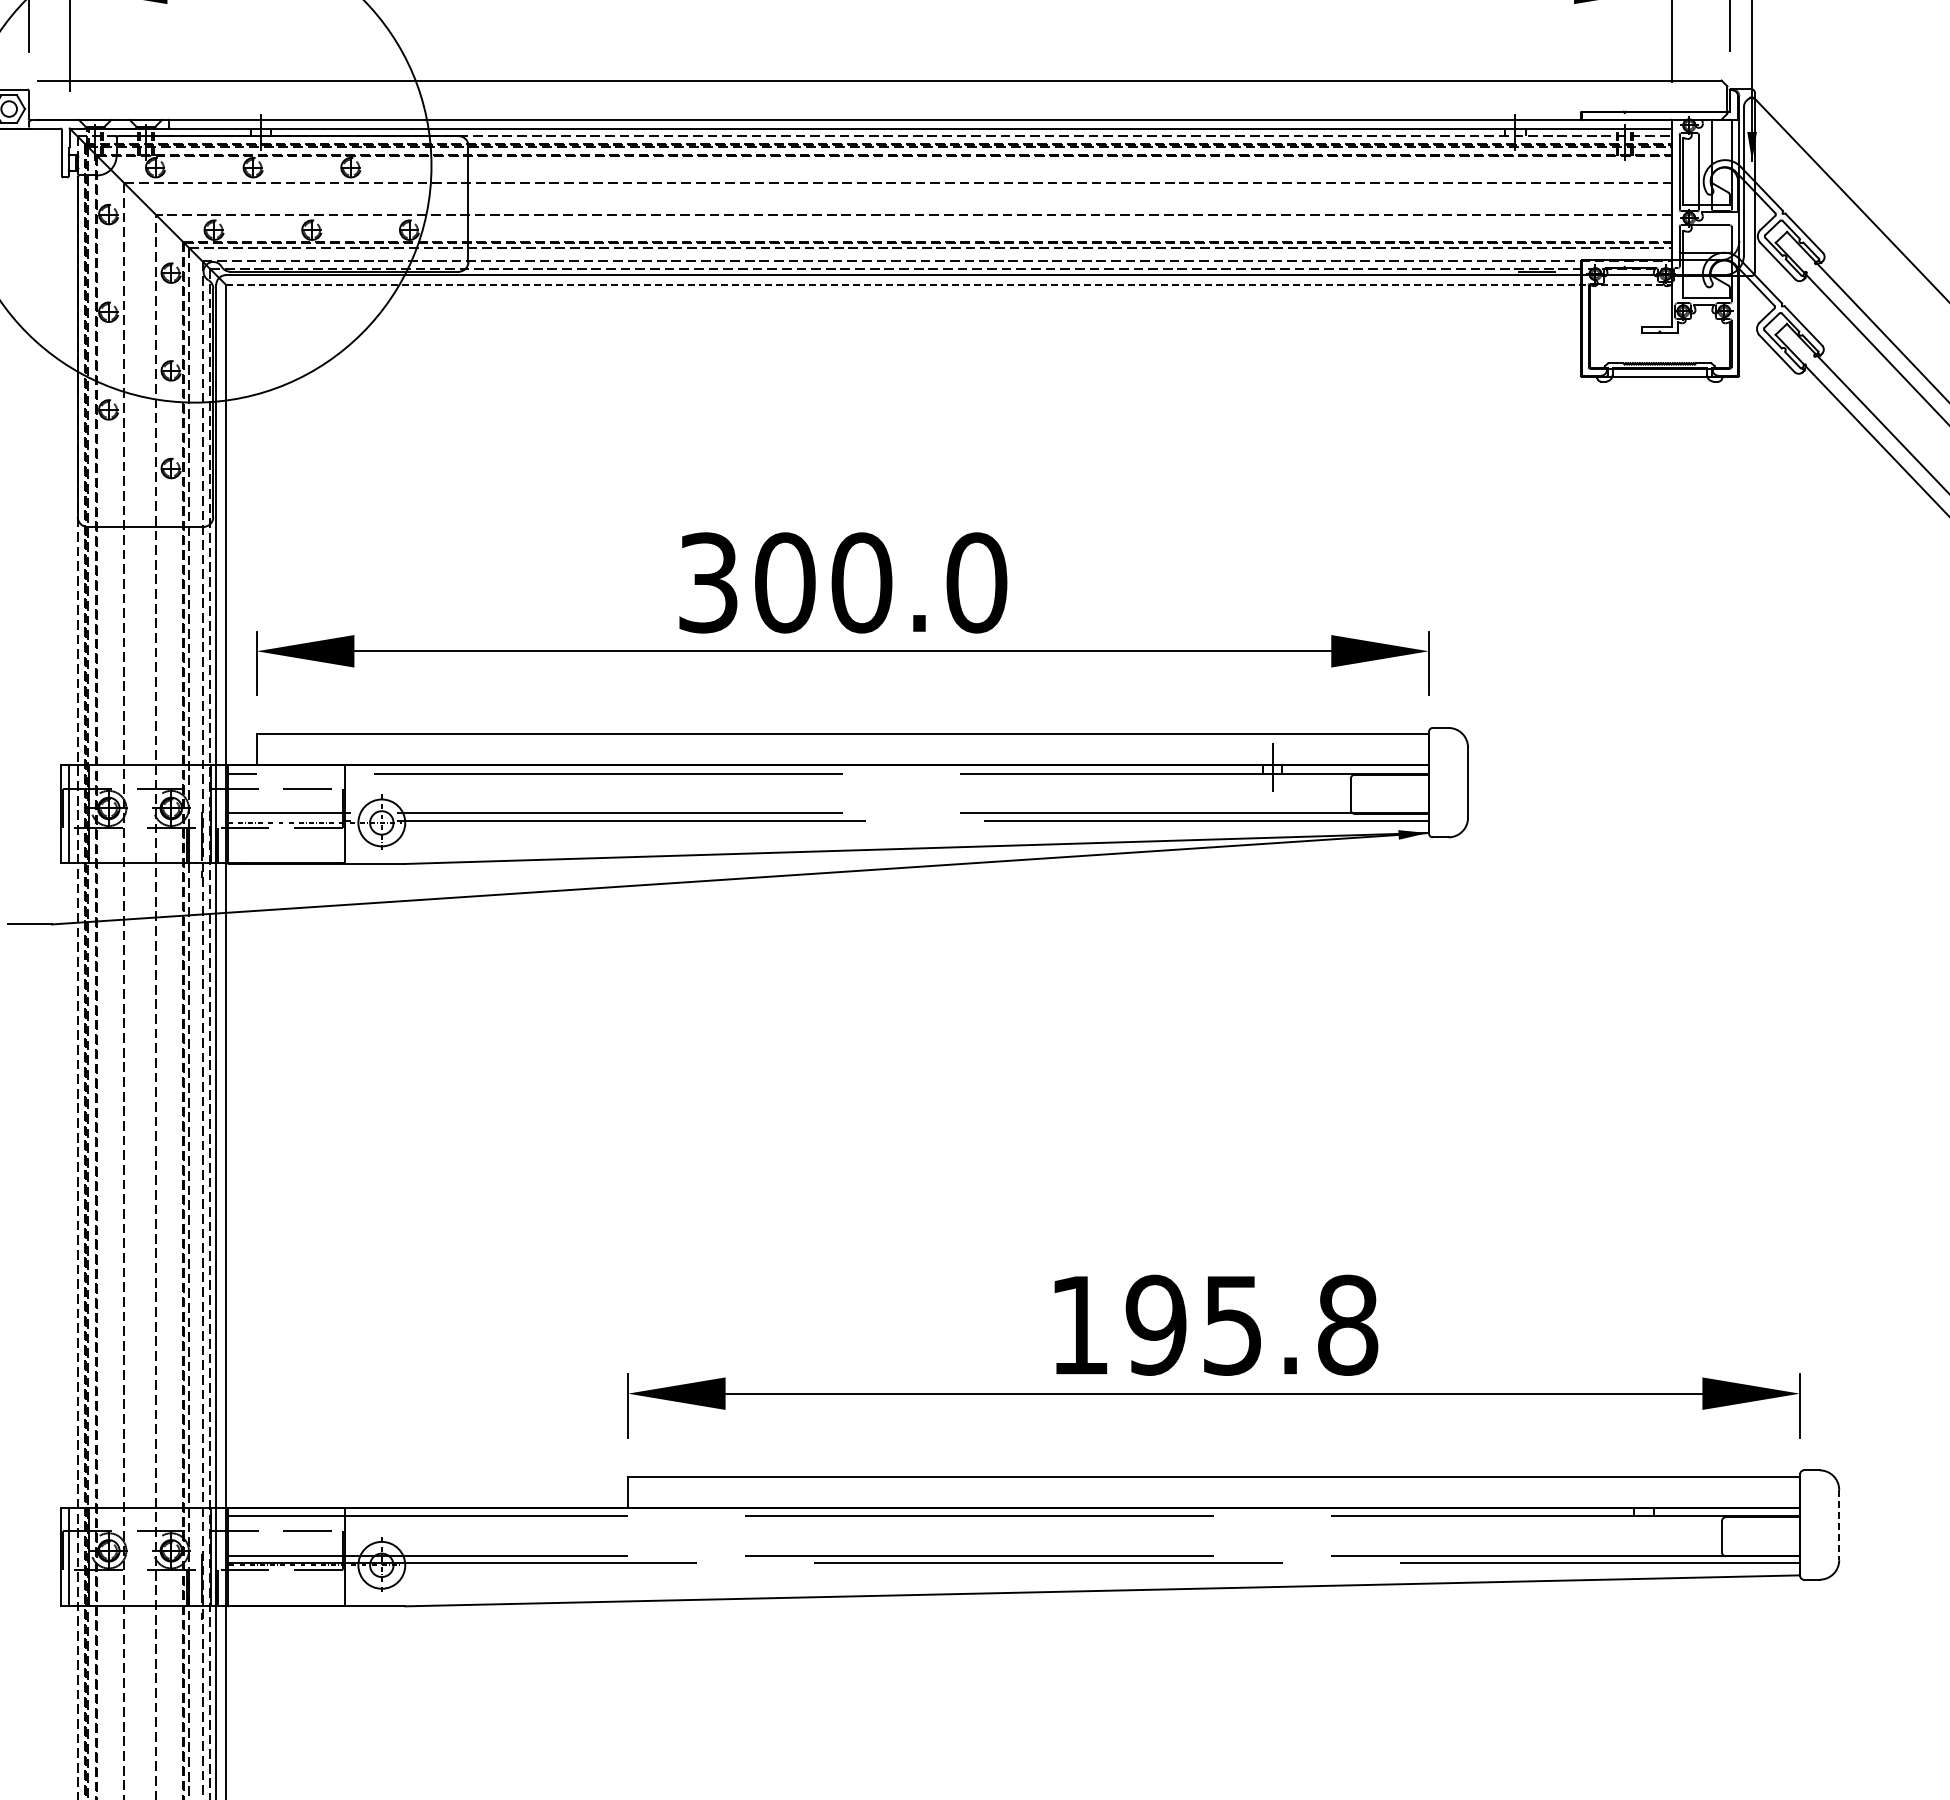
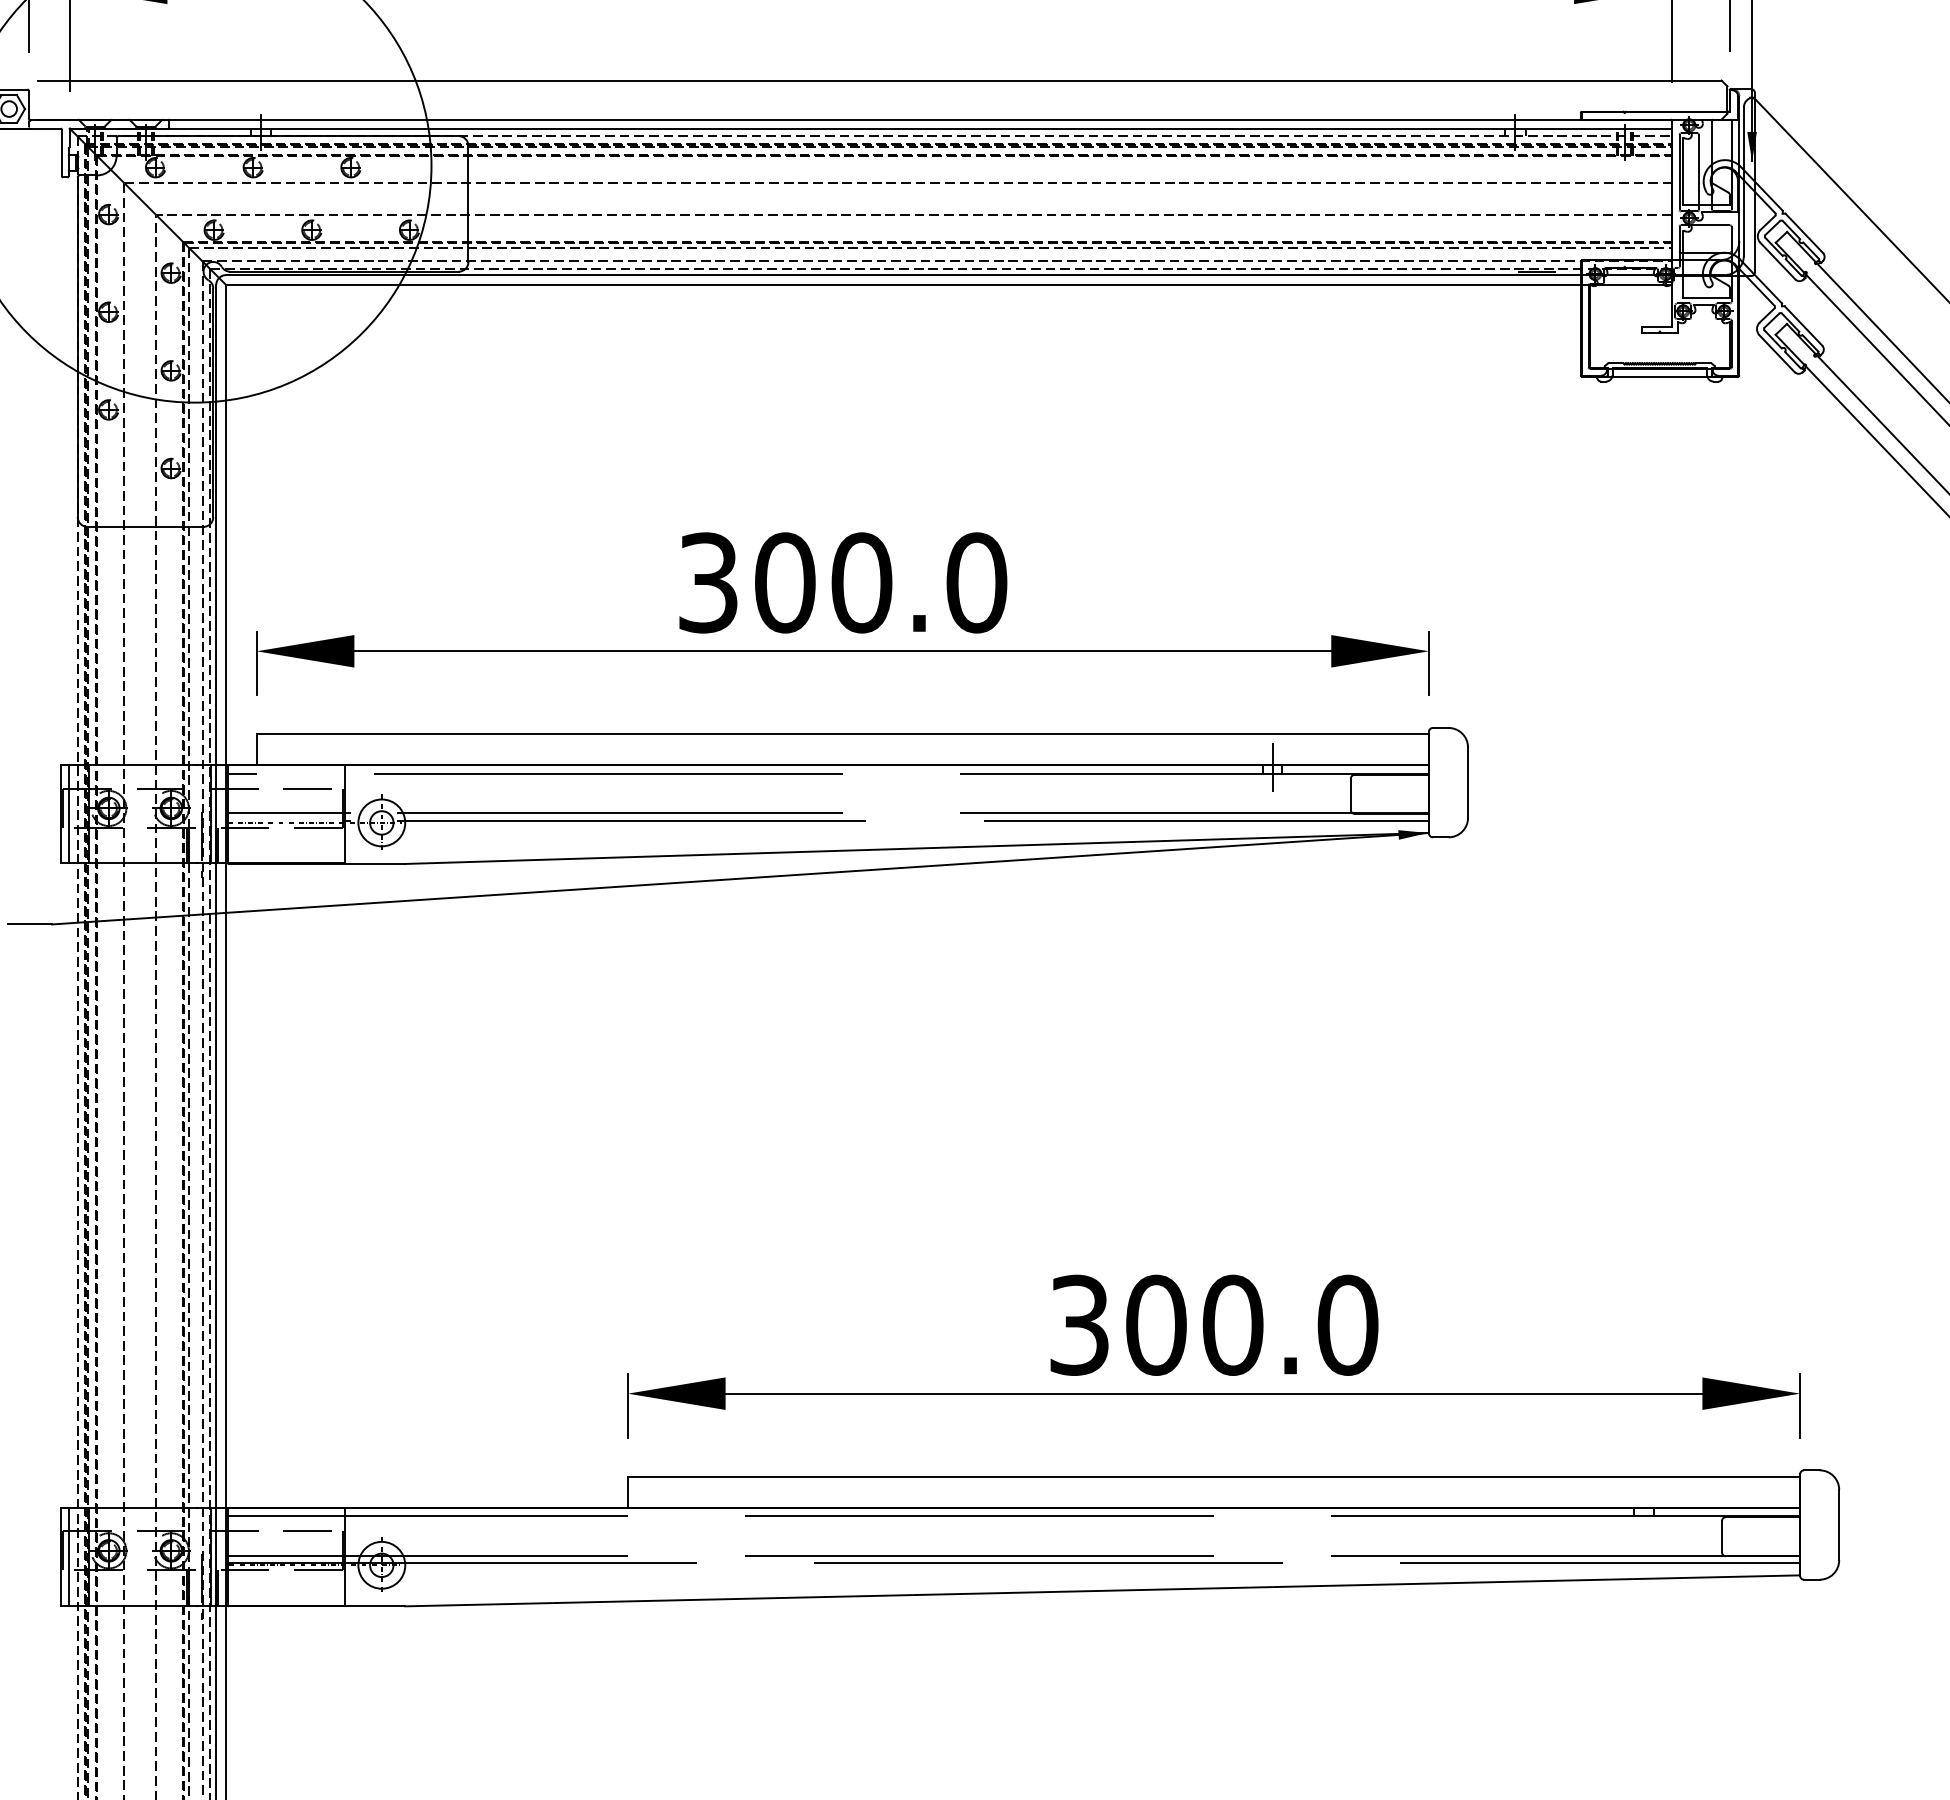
line at (948, 284): dashed -> solid
text at (1214, 1324): 195.8 -> 300.0
line at (1839, 1525): dashed -> solid
